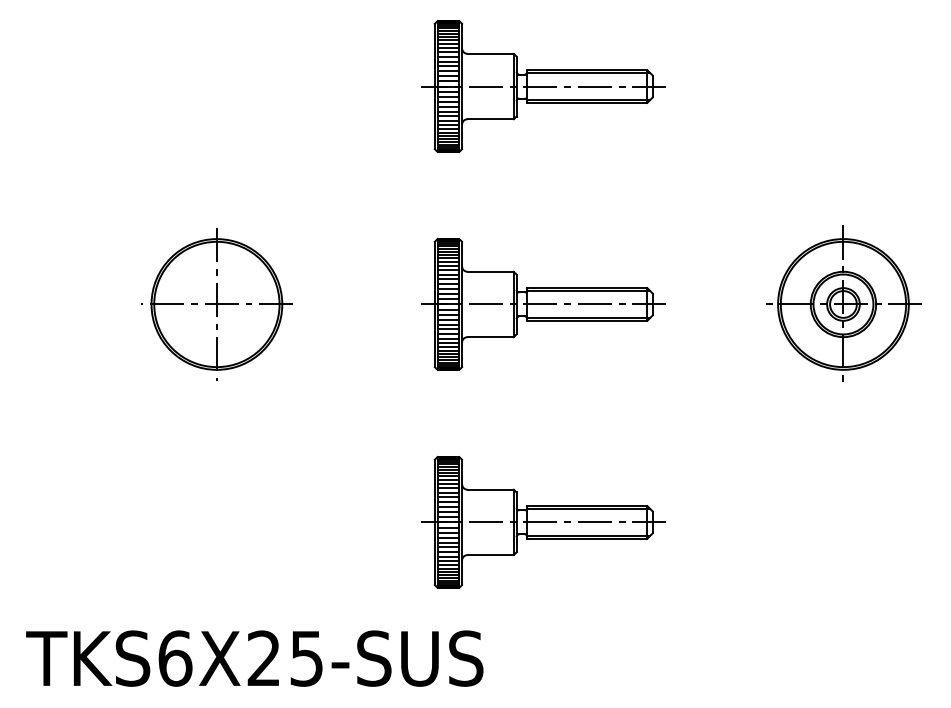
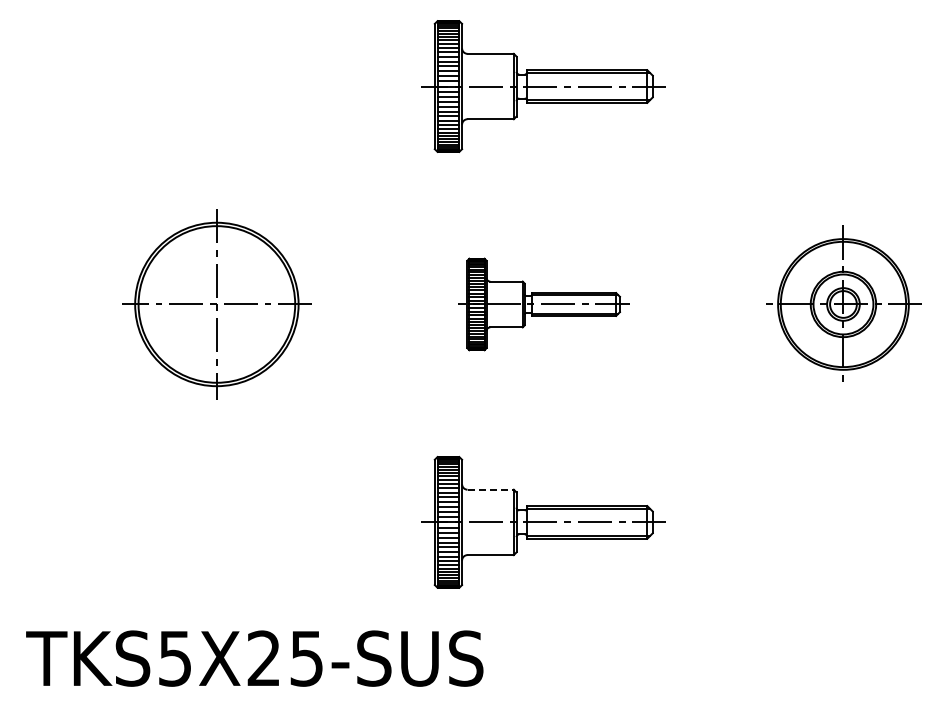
part at (216, 304) size: 152x153 px -> 190x191 px
part at (543, 304) size: 245x133 px -> 172x95 px
line at (491, 489): solid -> dashed
text at (175, 658): TKS6X25-SUS -> TKS5X25-SUS
